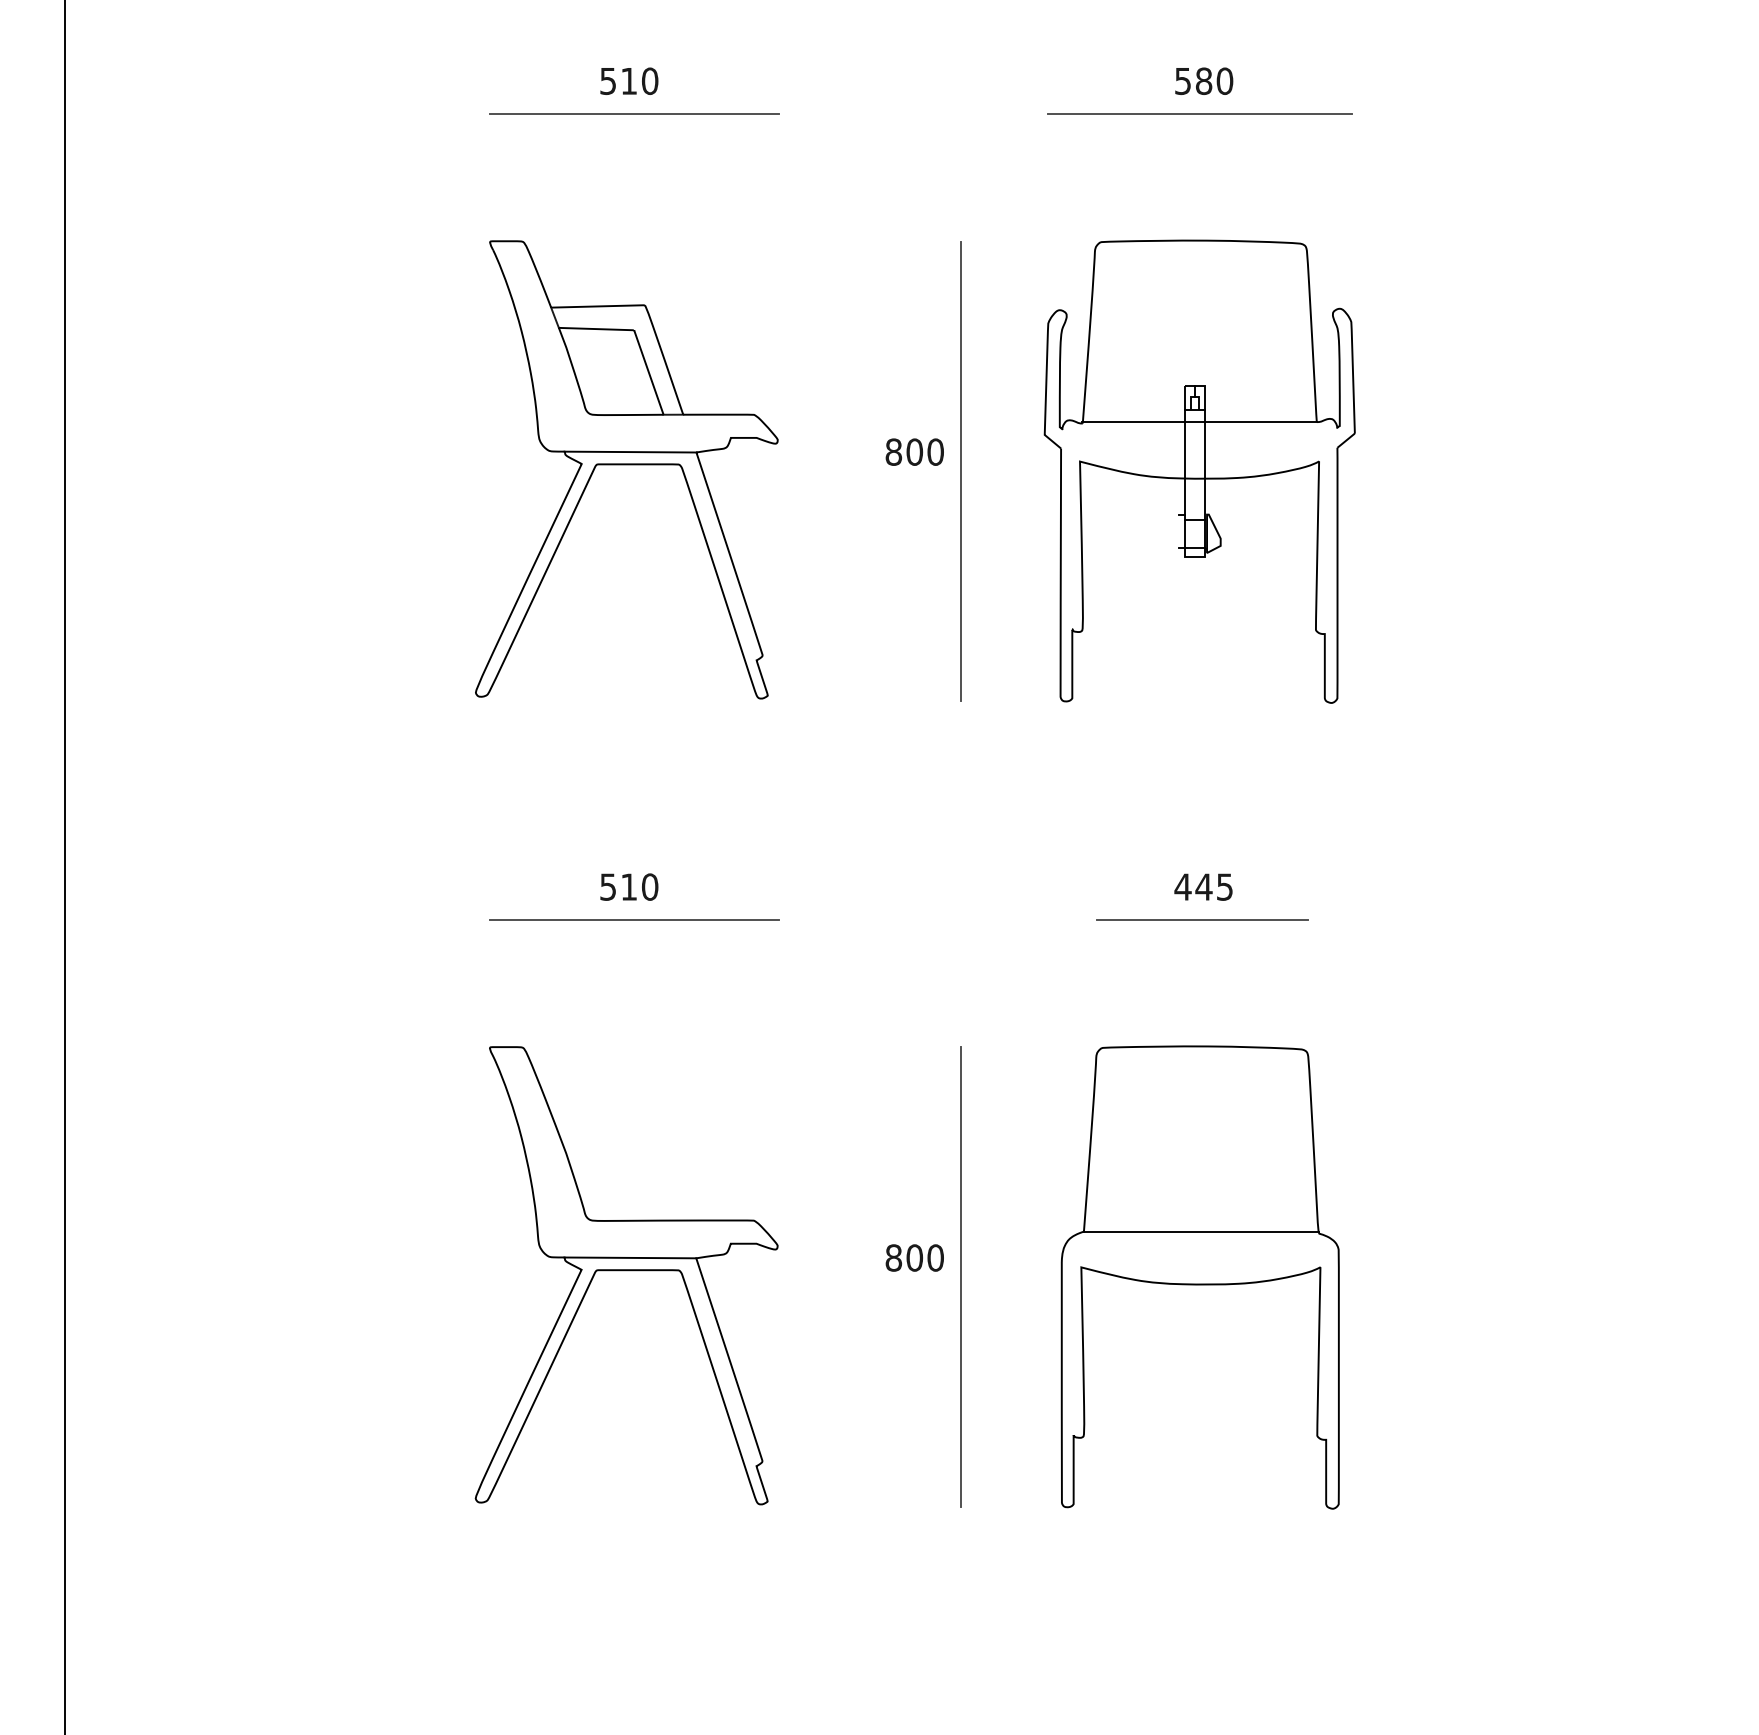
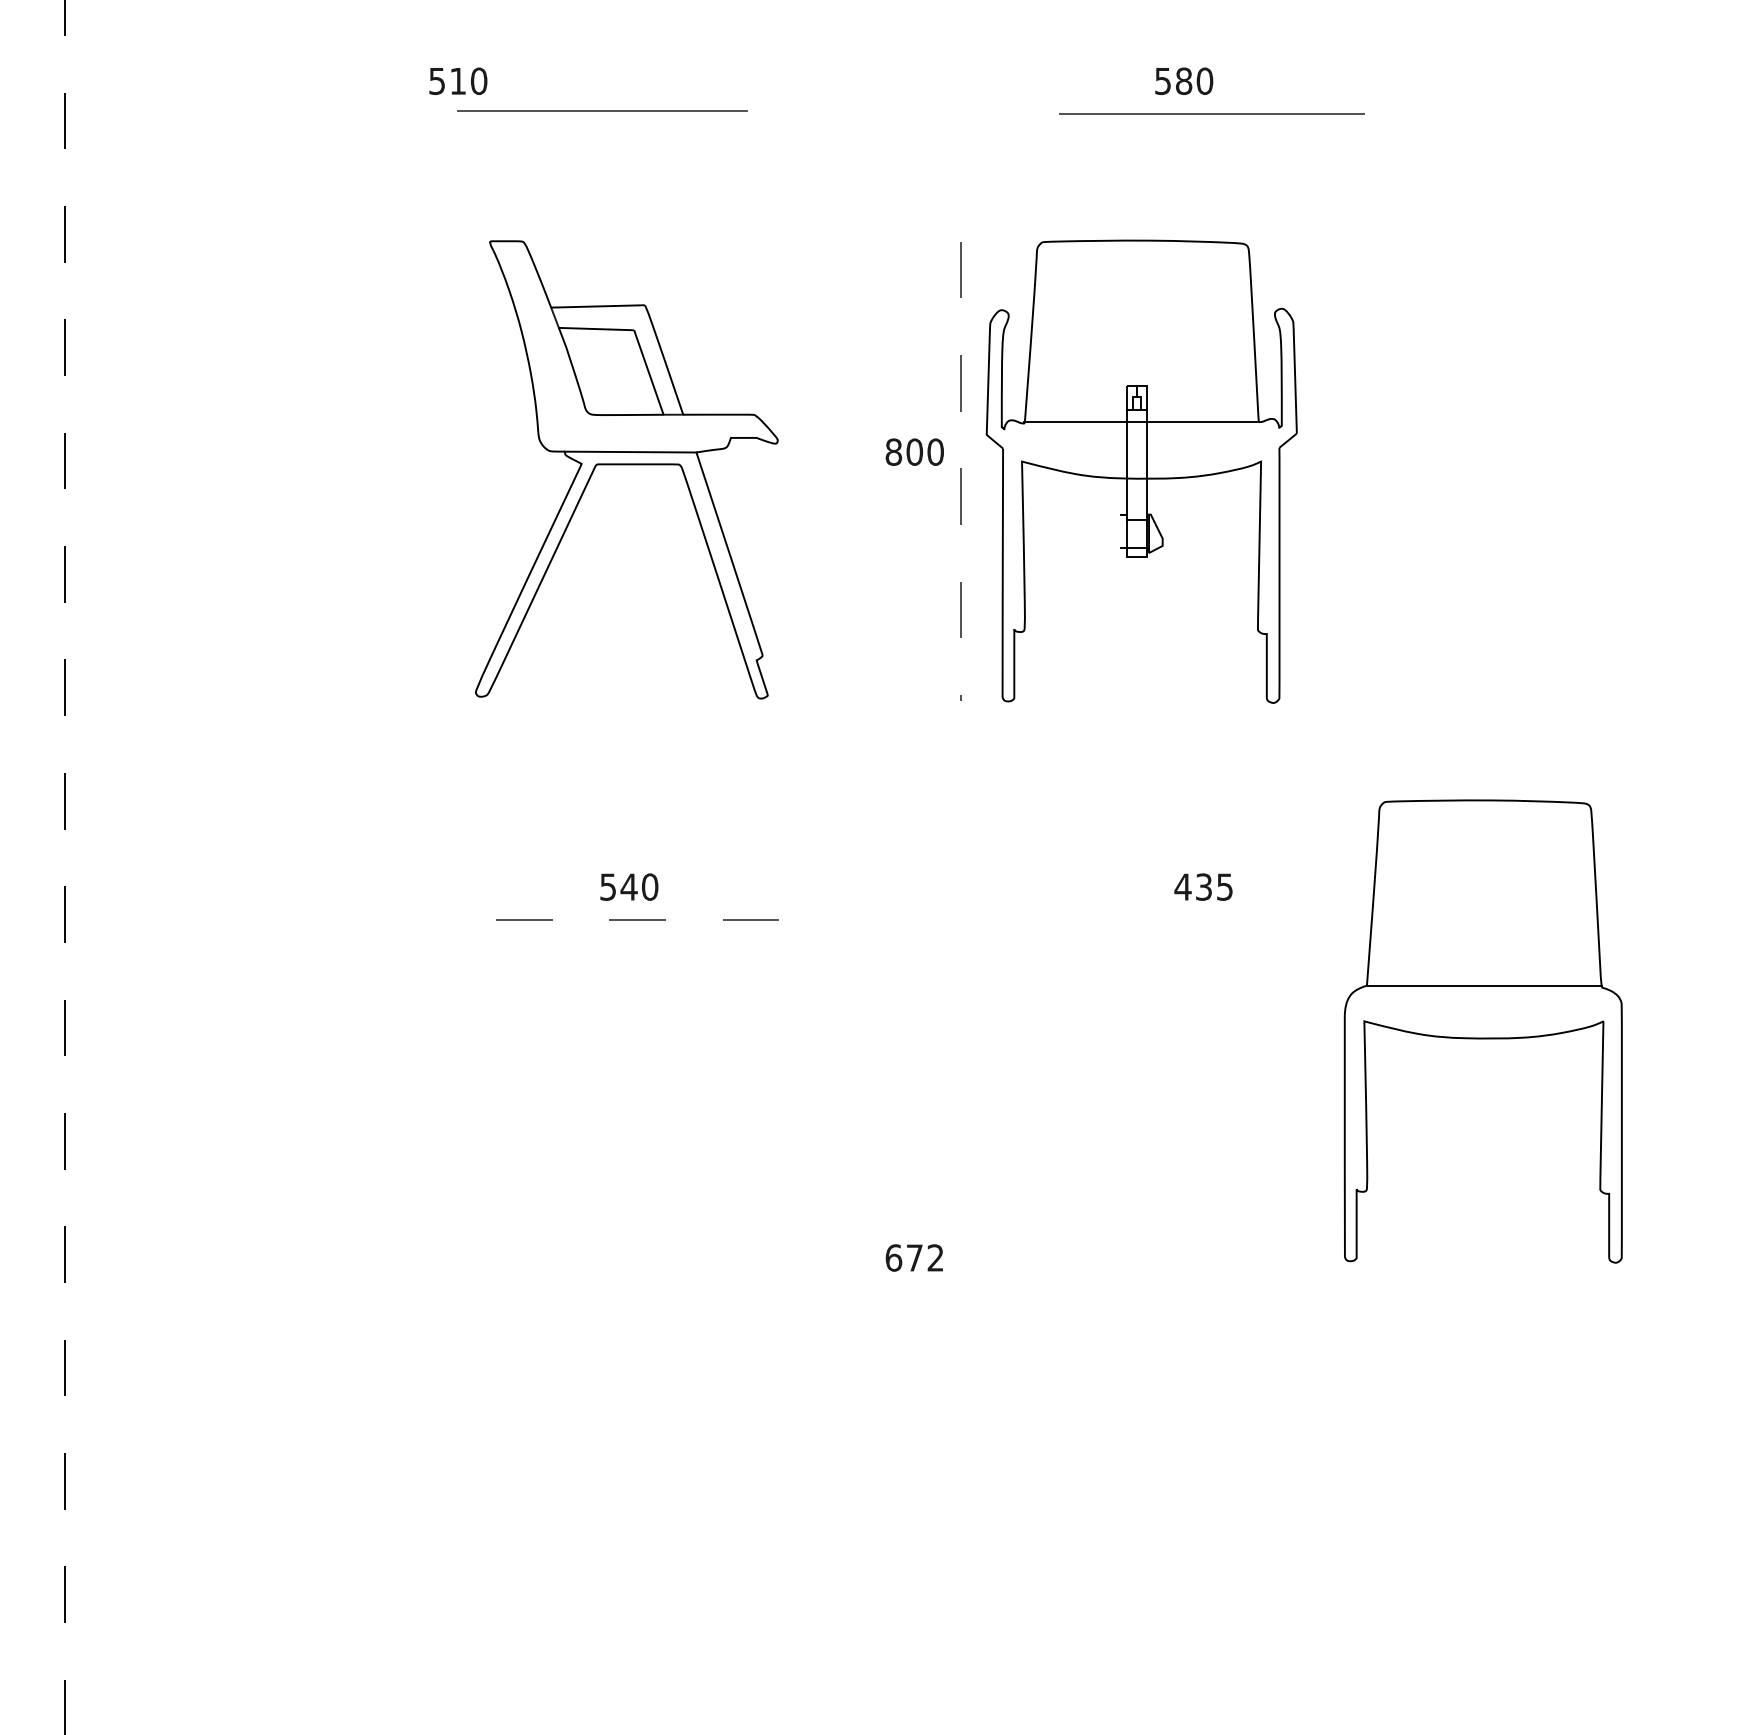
text at (629, 80) position: (629, 80) -> (458, 80)
text at (1204, 80) position: (1204, 80) -> (1184, 80)
line at (634, 113) position: (634, 113) -> (602, 110)
line at (1199, 113) position: (1199, 113) -> (1211, 113)
line at (960, 471): solid -> dashed
part at (1199, 471) position: (1199, 471) -> (1141, 471)
line at (65, 868): solid -> dashed
text at (628, 886): 510 -> 540
text at (1203, 886): 445 -> 435
line at (634, 919): solid -> dashed
line at (1201, 919): present -> none
text at (914, 1257): 800 -> 672
part at (626, 1275): present -> none
line at (960, 1277): present -> none
part at (1199, 1277) position: (1199, 1277) -> (1482, 1031)
